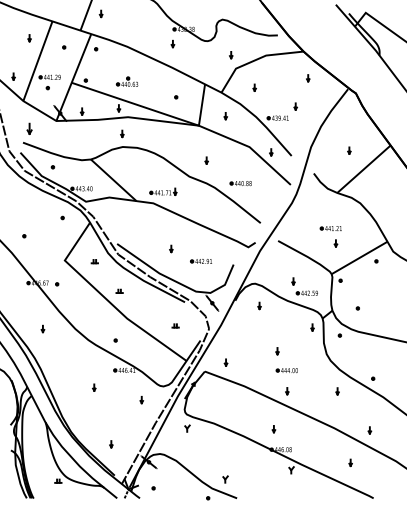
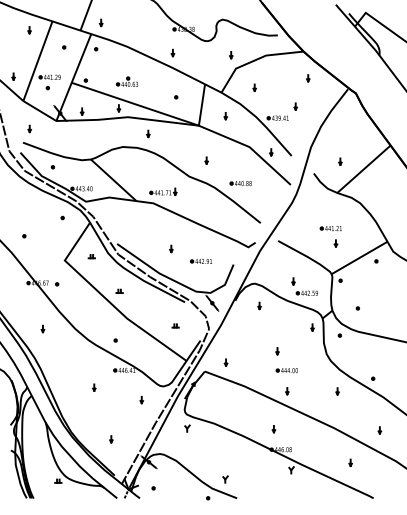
part at (100, 13) position: (100, 13) -> (100, 22)
part at (29, 38) position: (29, 38) -> (29, 30)
part at (172, 43) position: (172, 43) -> (172, 52)
part at (29, 128) size: 7x13 px -> 6x10 px
part at (122, 133) position: (122, 133) -> (148, 133)
part at (349, 150) position: (349, 150) -> (340, 161)
part at (94, 261) position: (94, 261) -> (91, 256)
part at (369, 430) position: (369, 430) -> (379, 430)
part at (111, 444) position: (111, 444) -> (111, 439)
